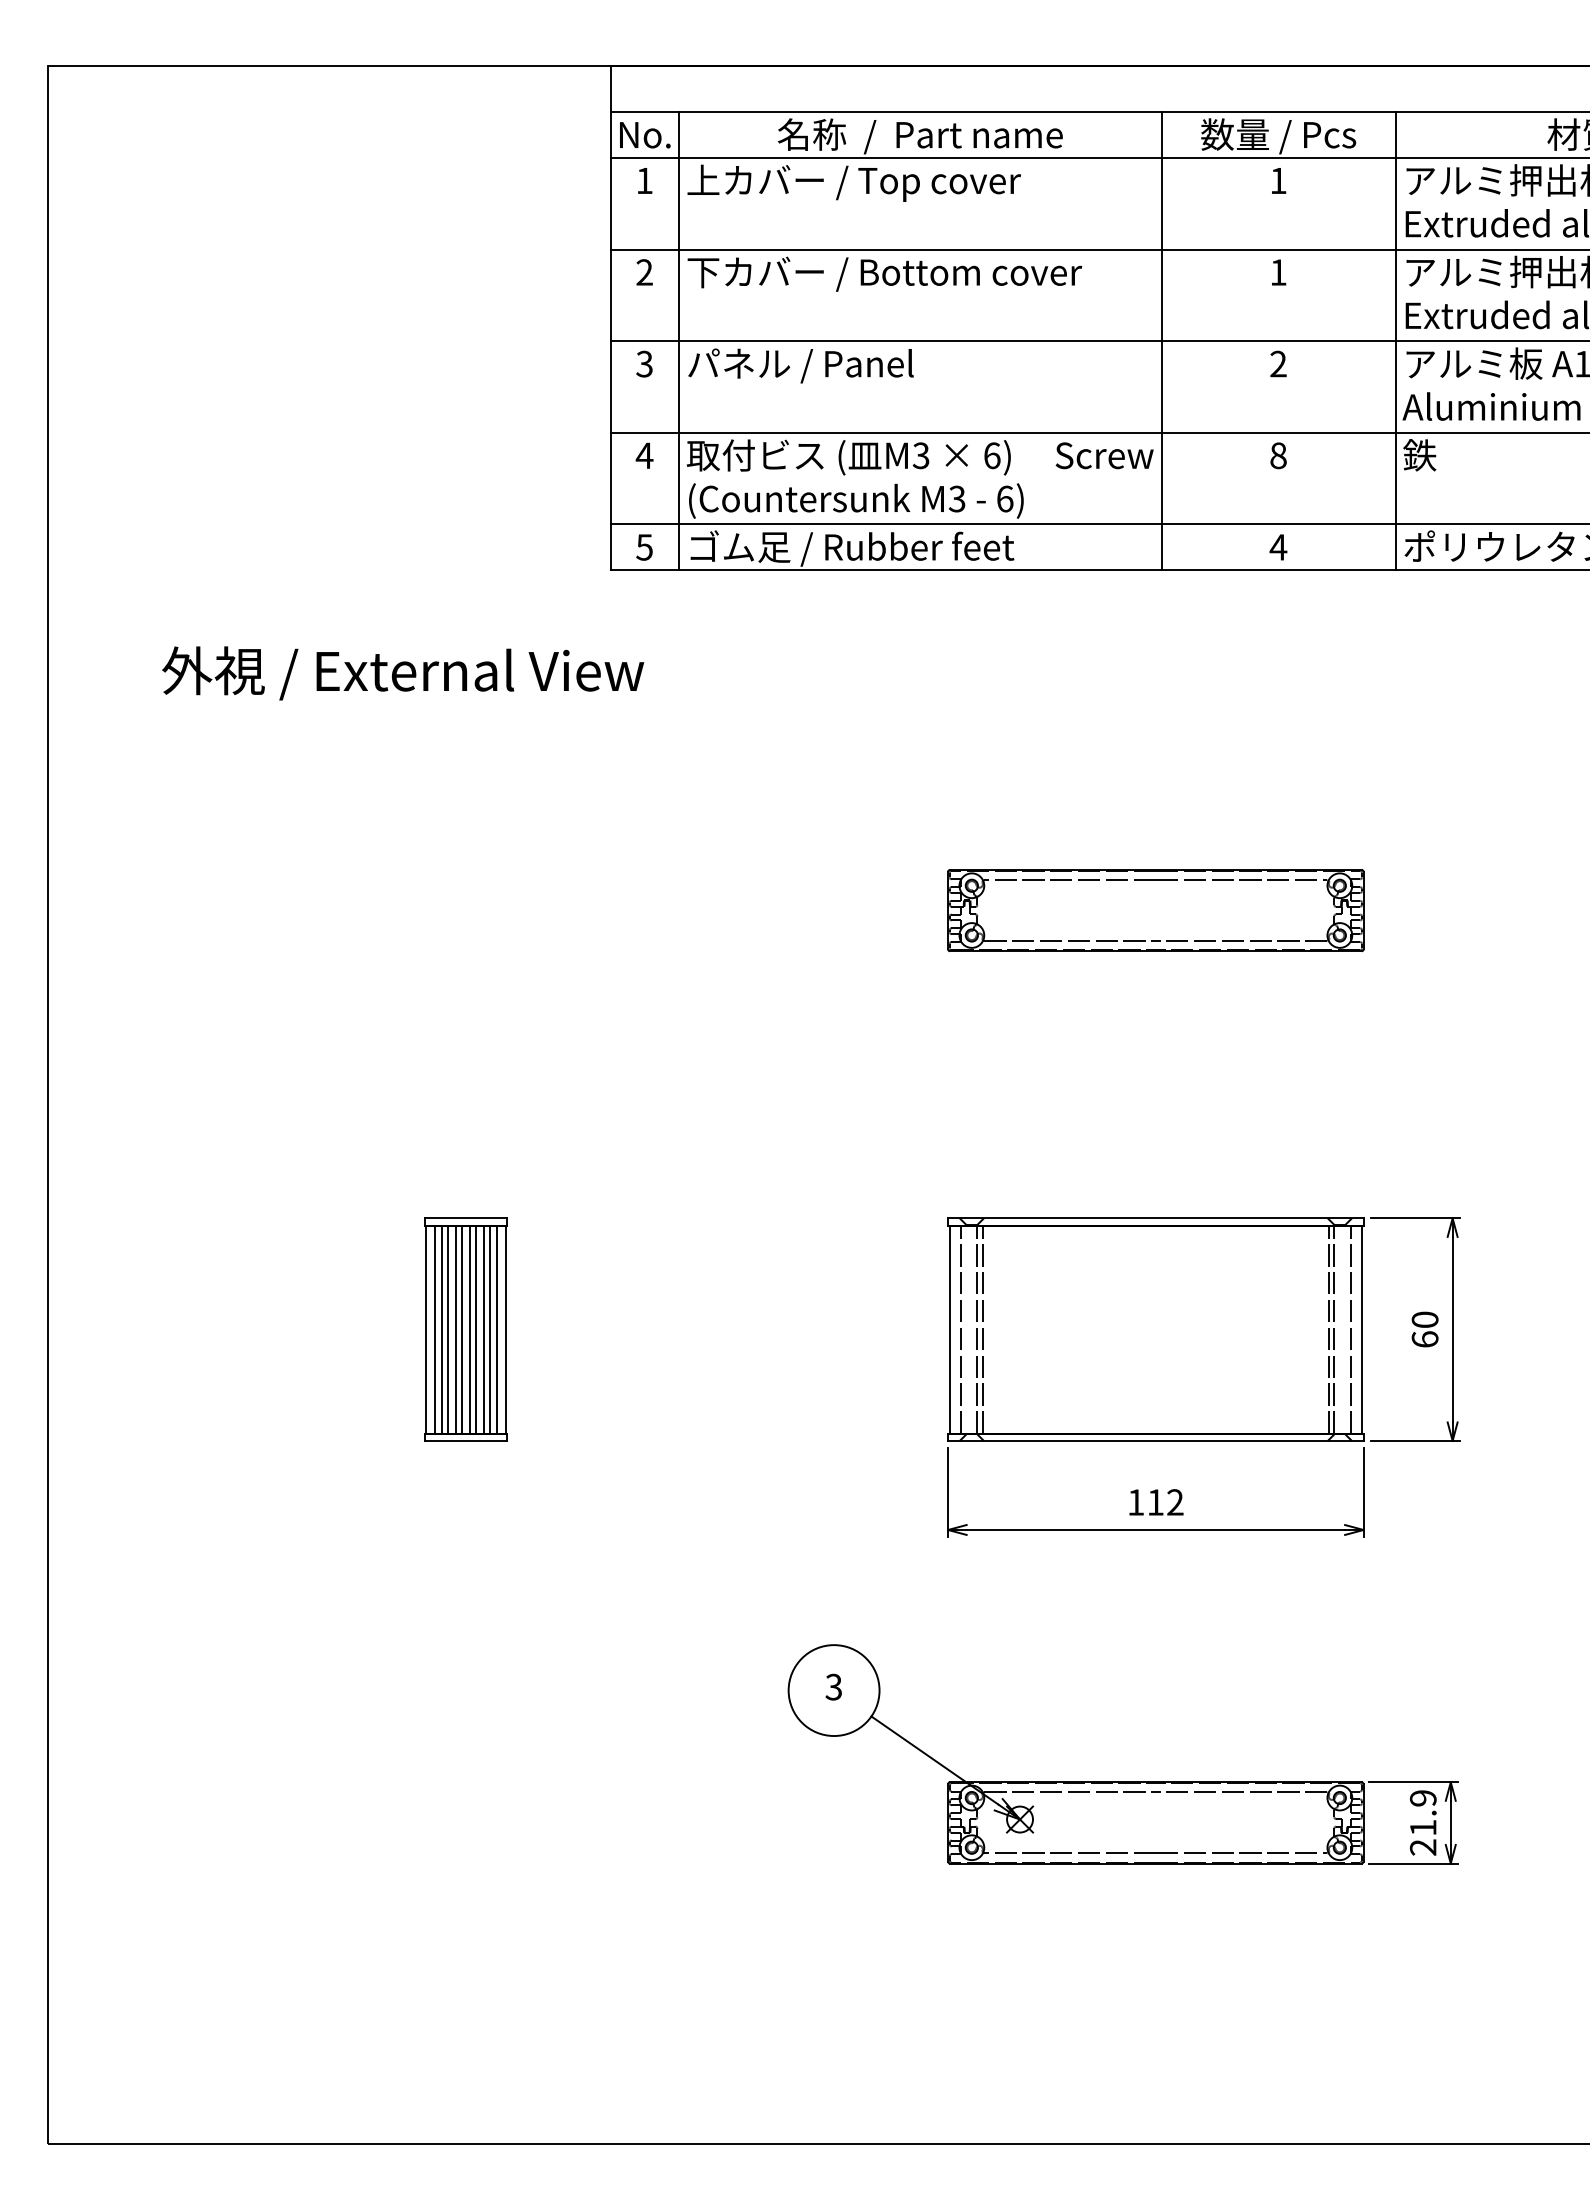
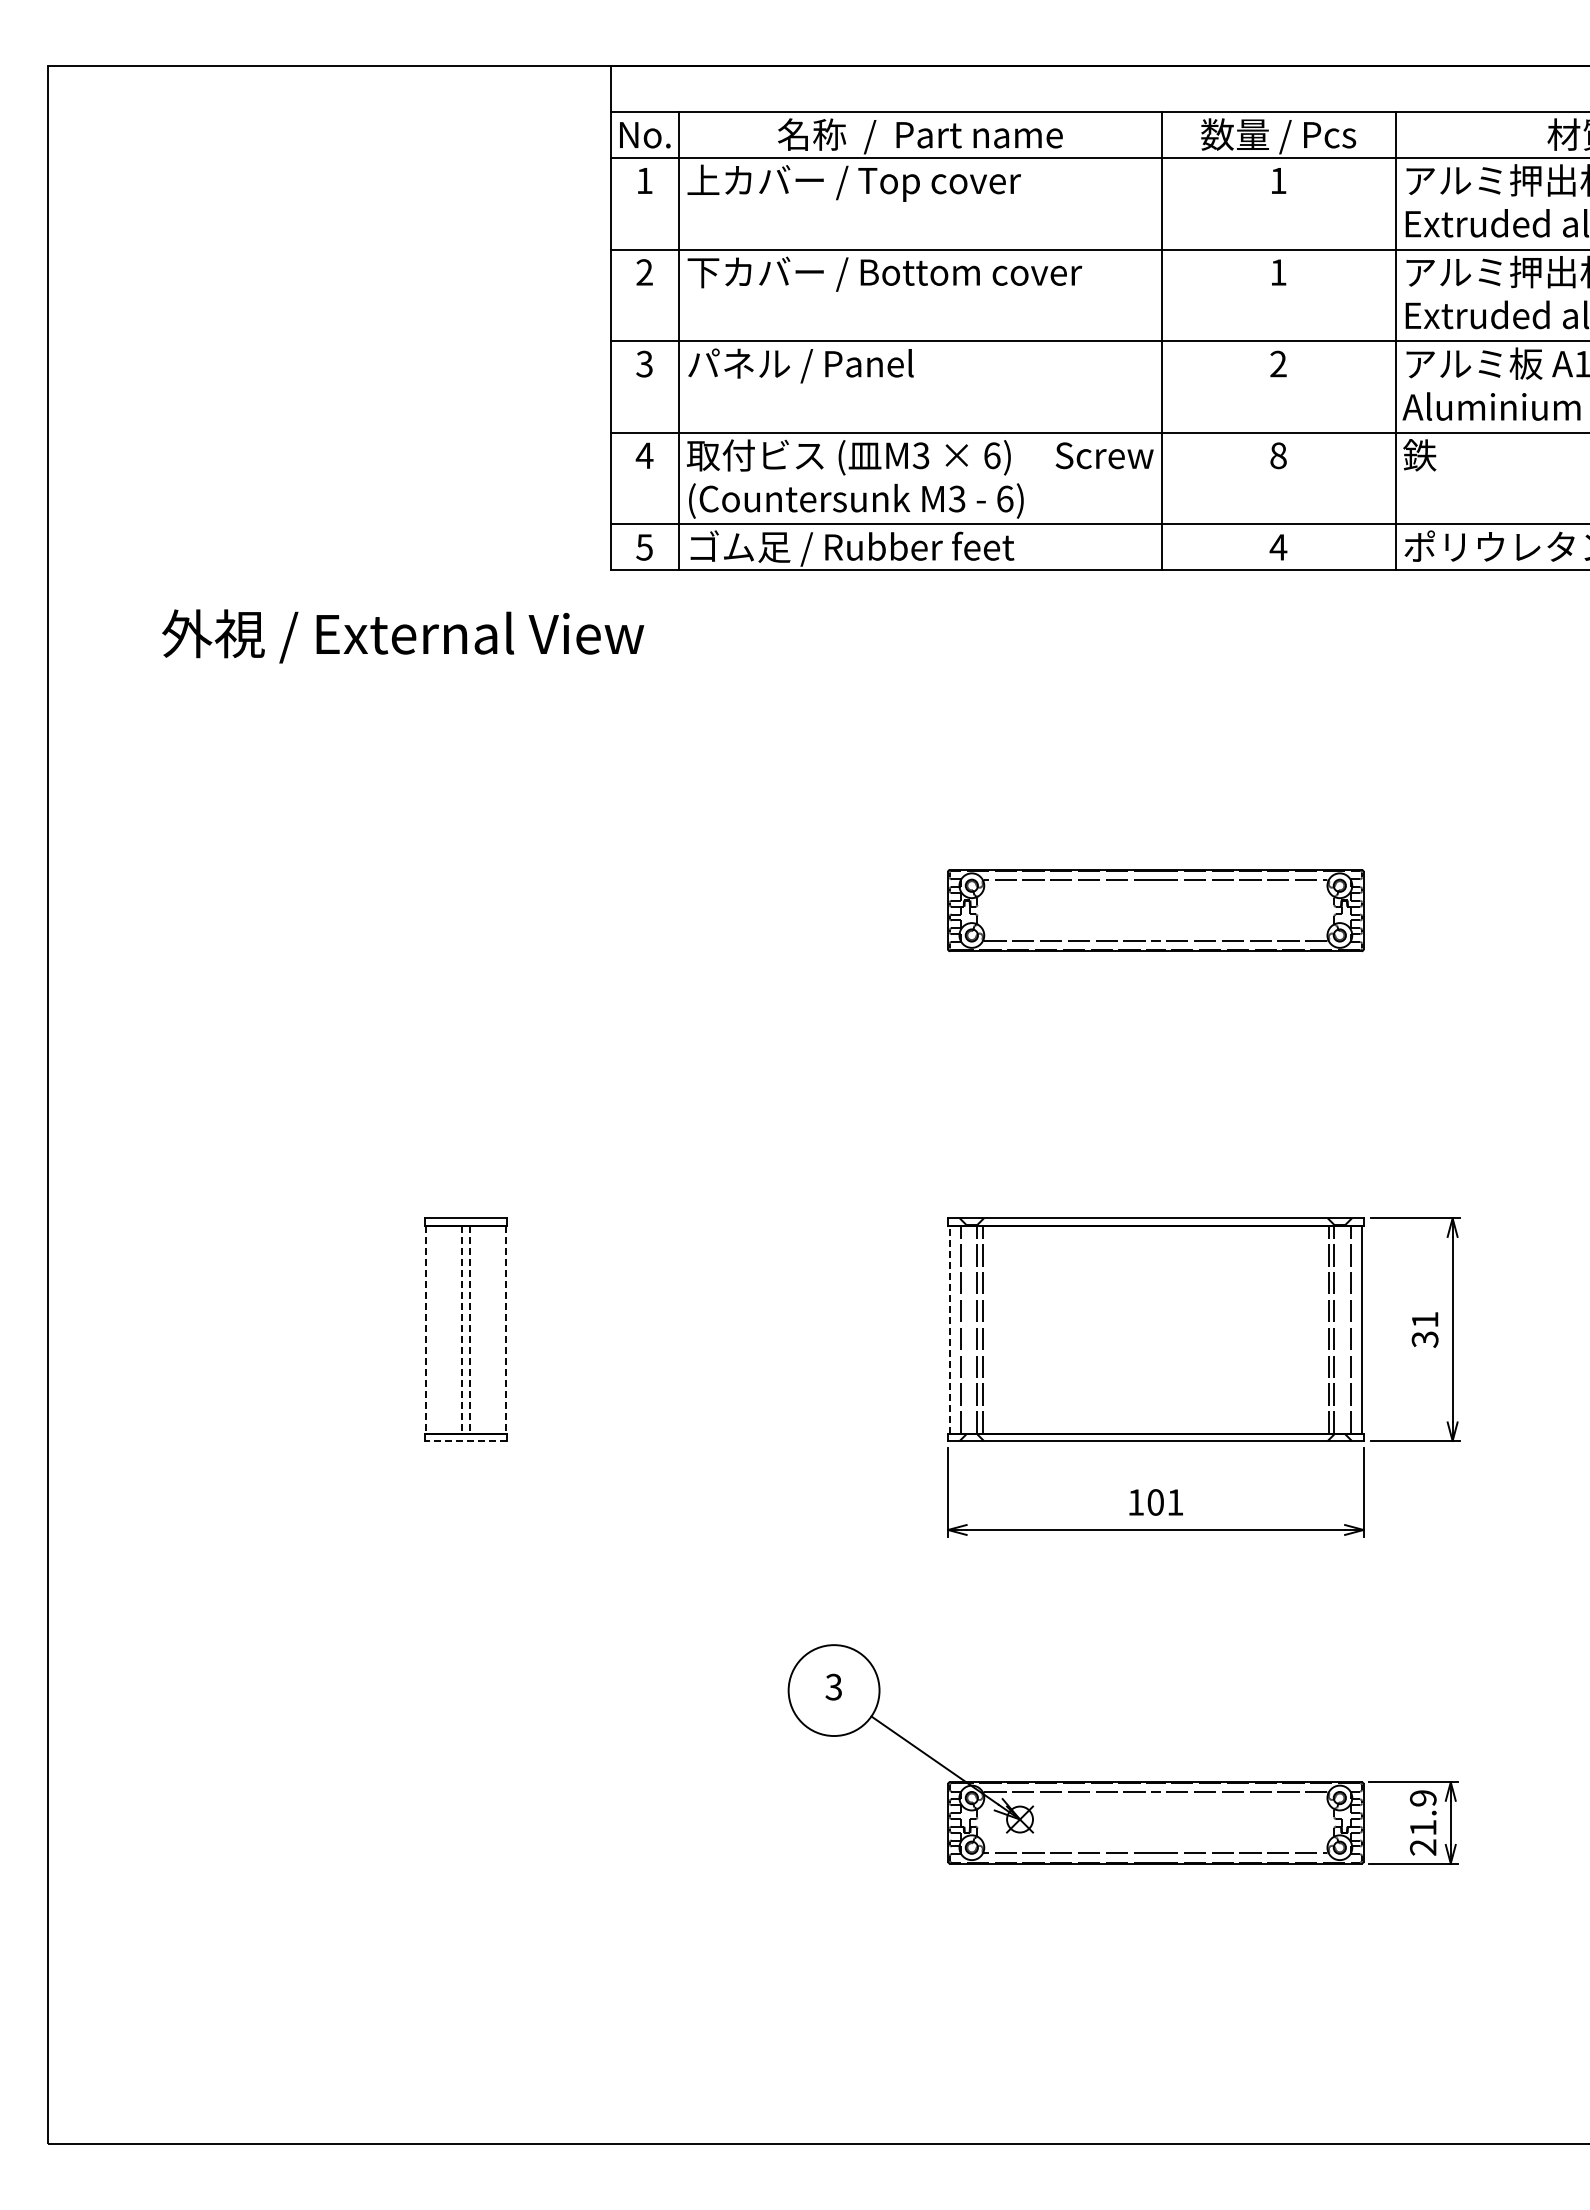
text at (403, 673) position: (403, 673) -> (403, 636)
line at (426, 1329): solid -> dashed
line at (434, 1329): present -> none
line at (442, 1329): present -> none
line at (448, 1329): present -> none
line at (456, 1329): present -> none
line at (462, 1329): solid -> dashed
line at (469, 1329): solid -> dashed
line at (475, 1329): present -> none
line at (483, 1329): present -> none
line at (489, 1329): present -> none
line at (497, 1329): present -> none
line at (505, 1329): solid -> dashed
line at (949, 1329): solid -> dashed
text at (1424, 1329): 60 -> 31
line at (466, 1440): solid -> dashed
text at (1165, 1502): 112 -> 101
